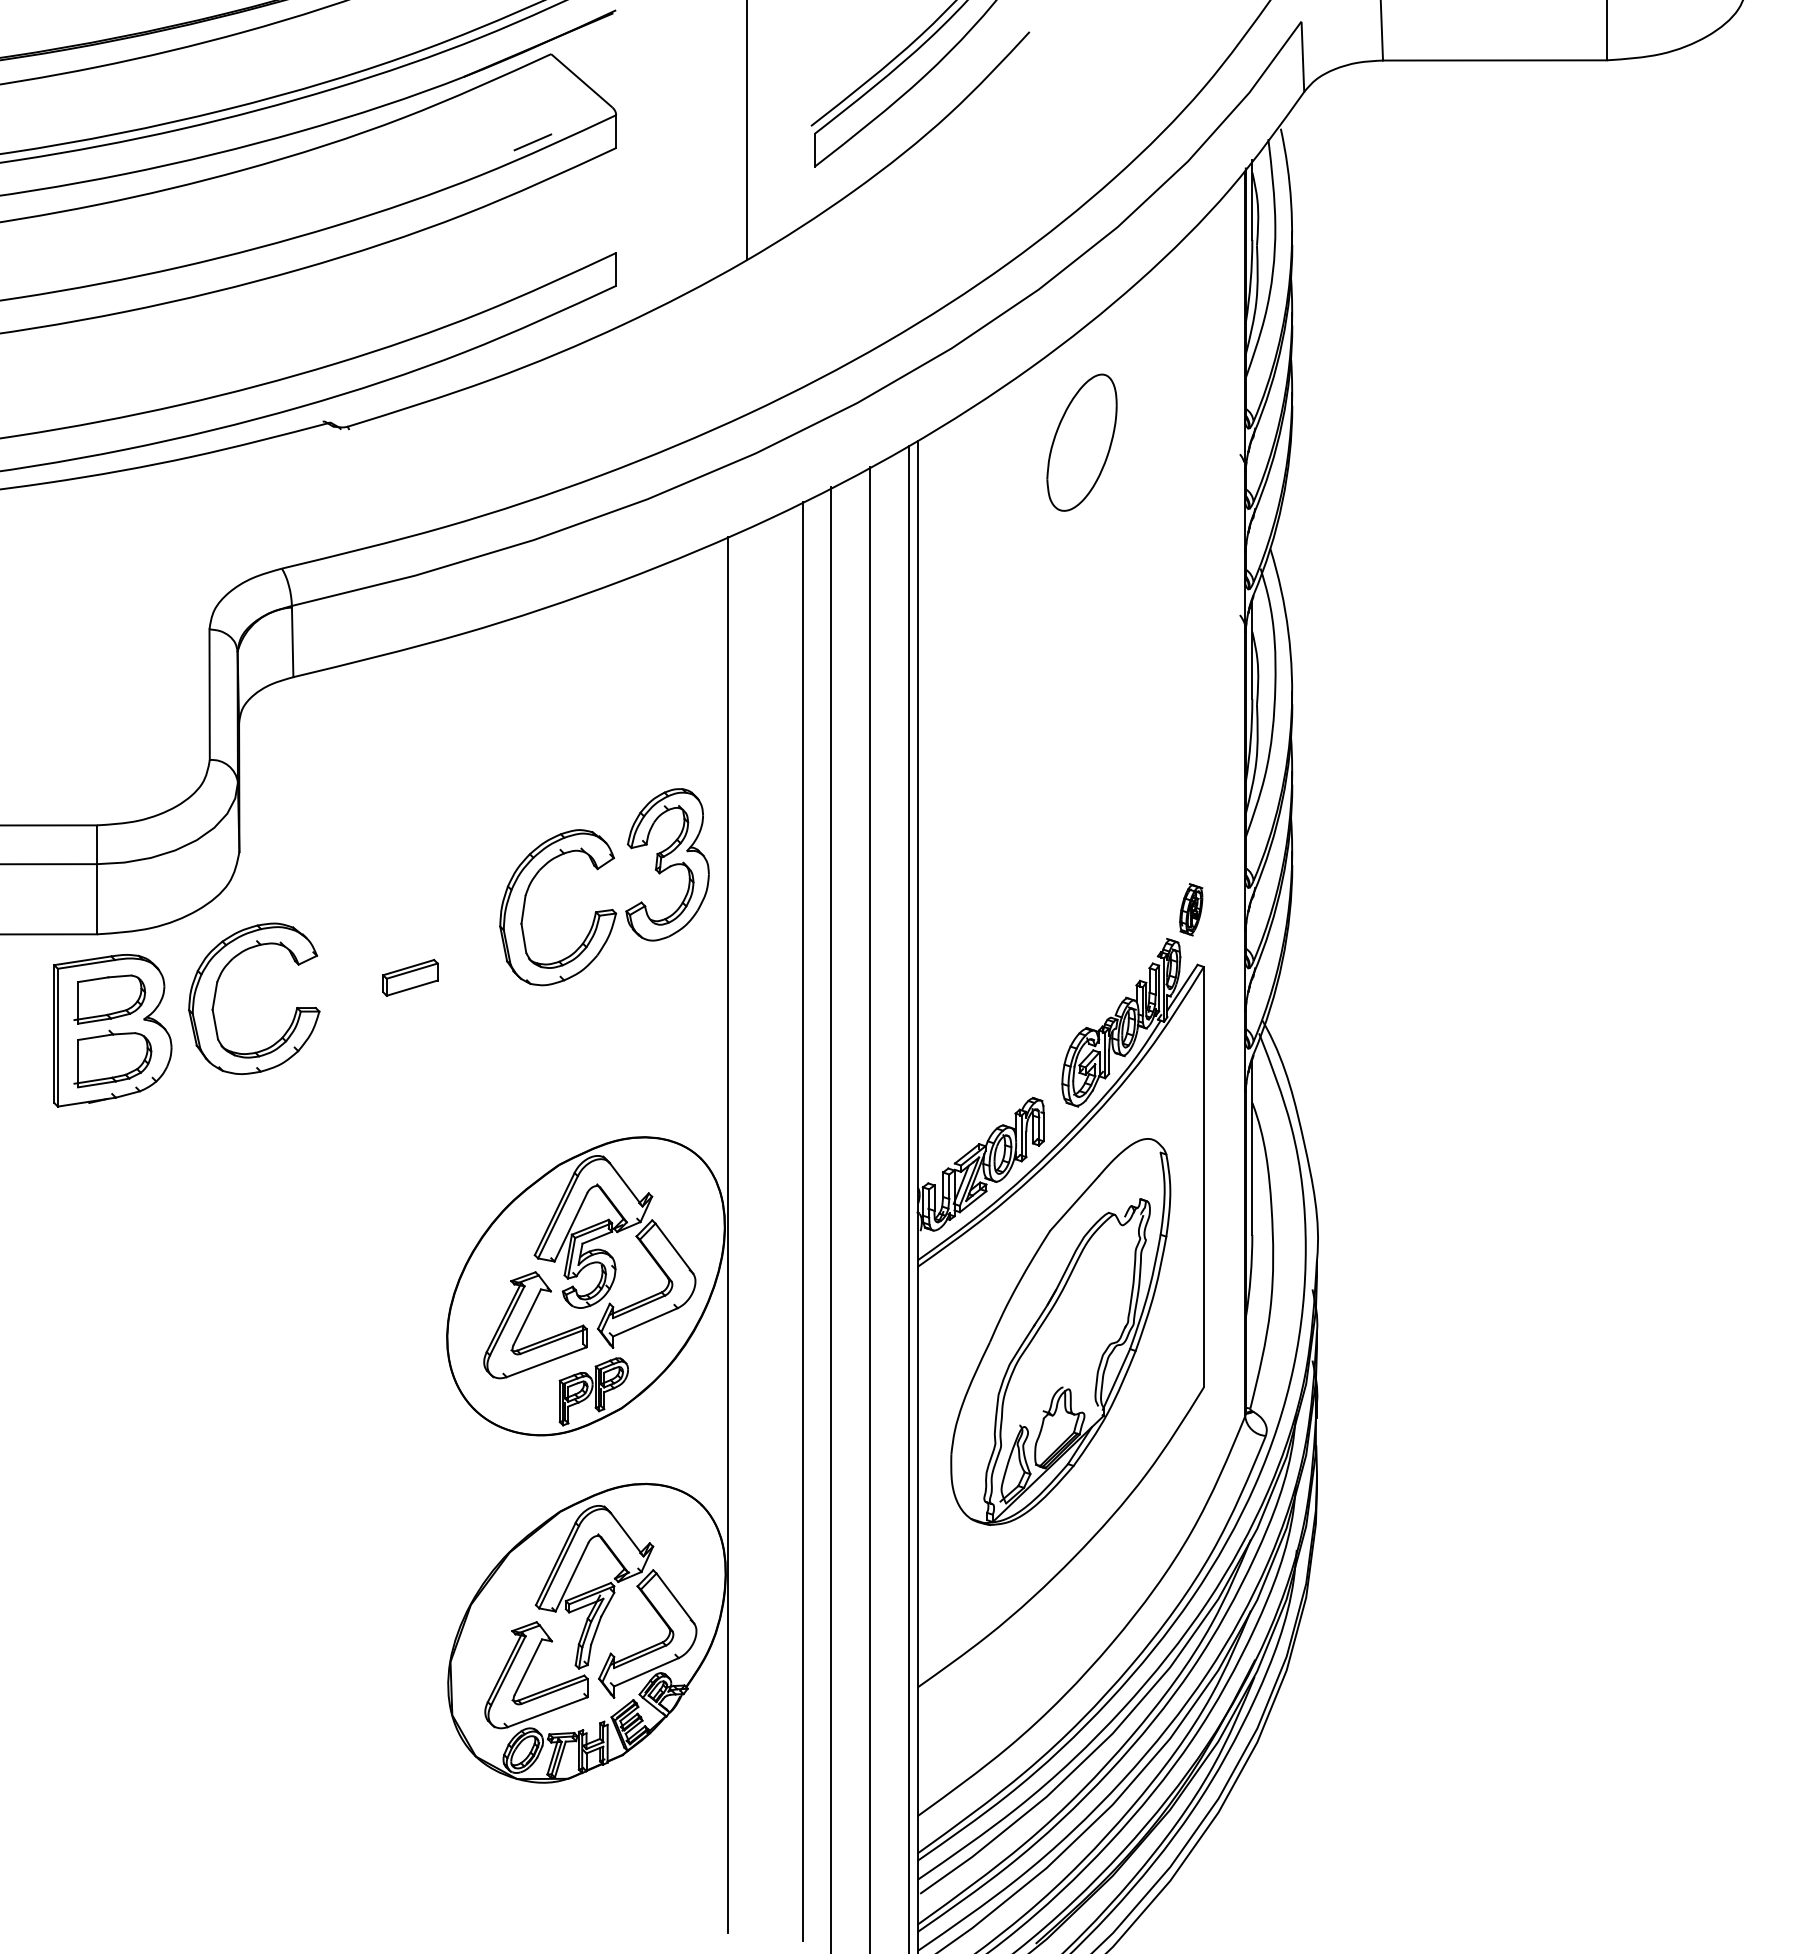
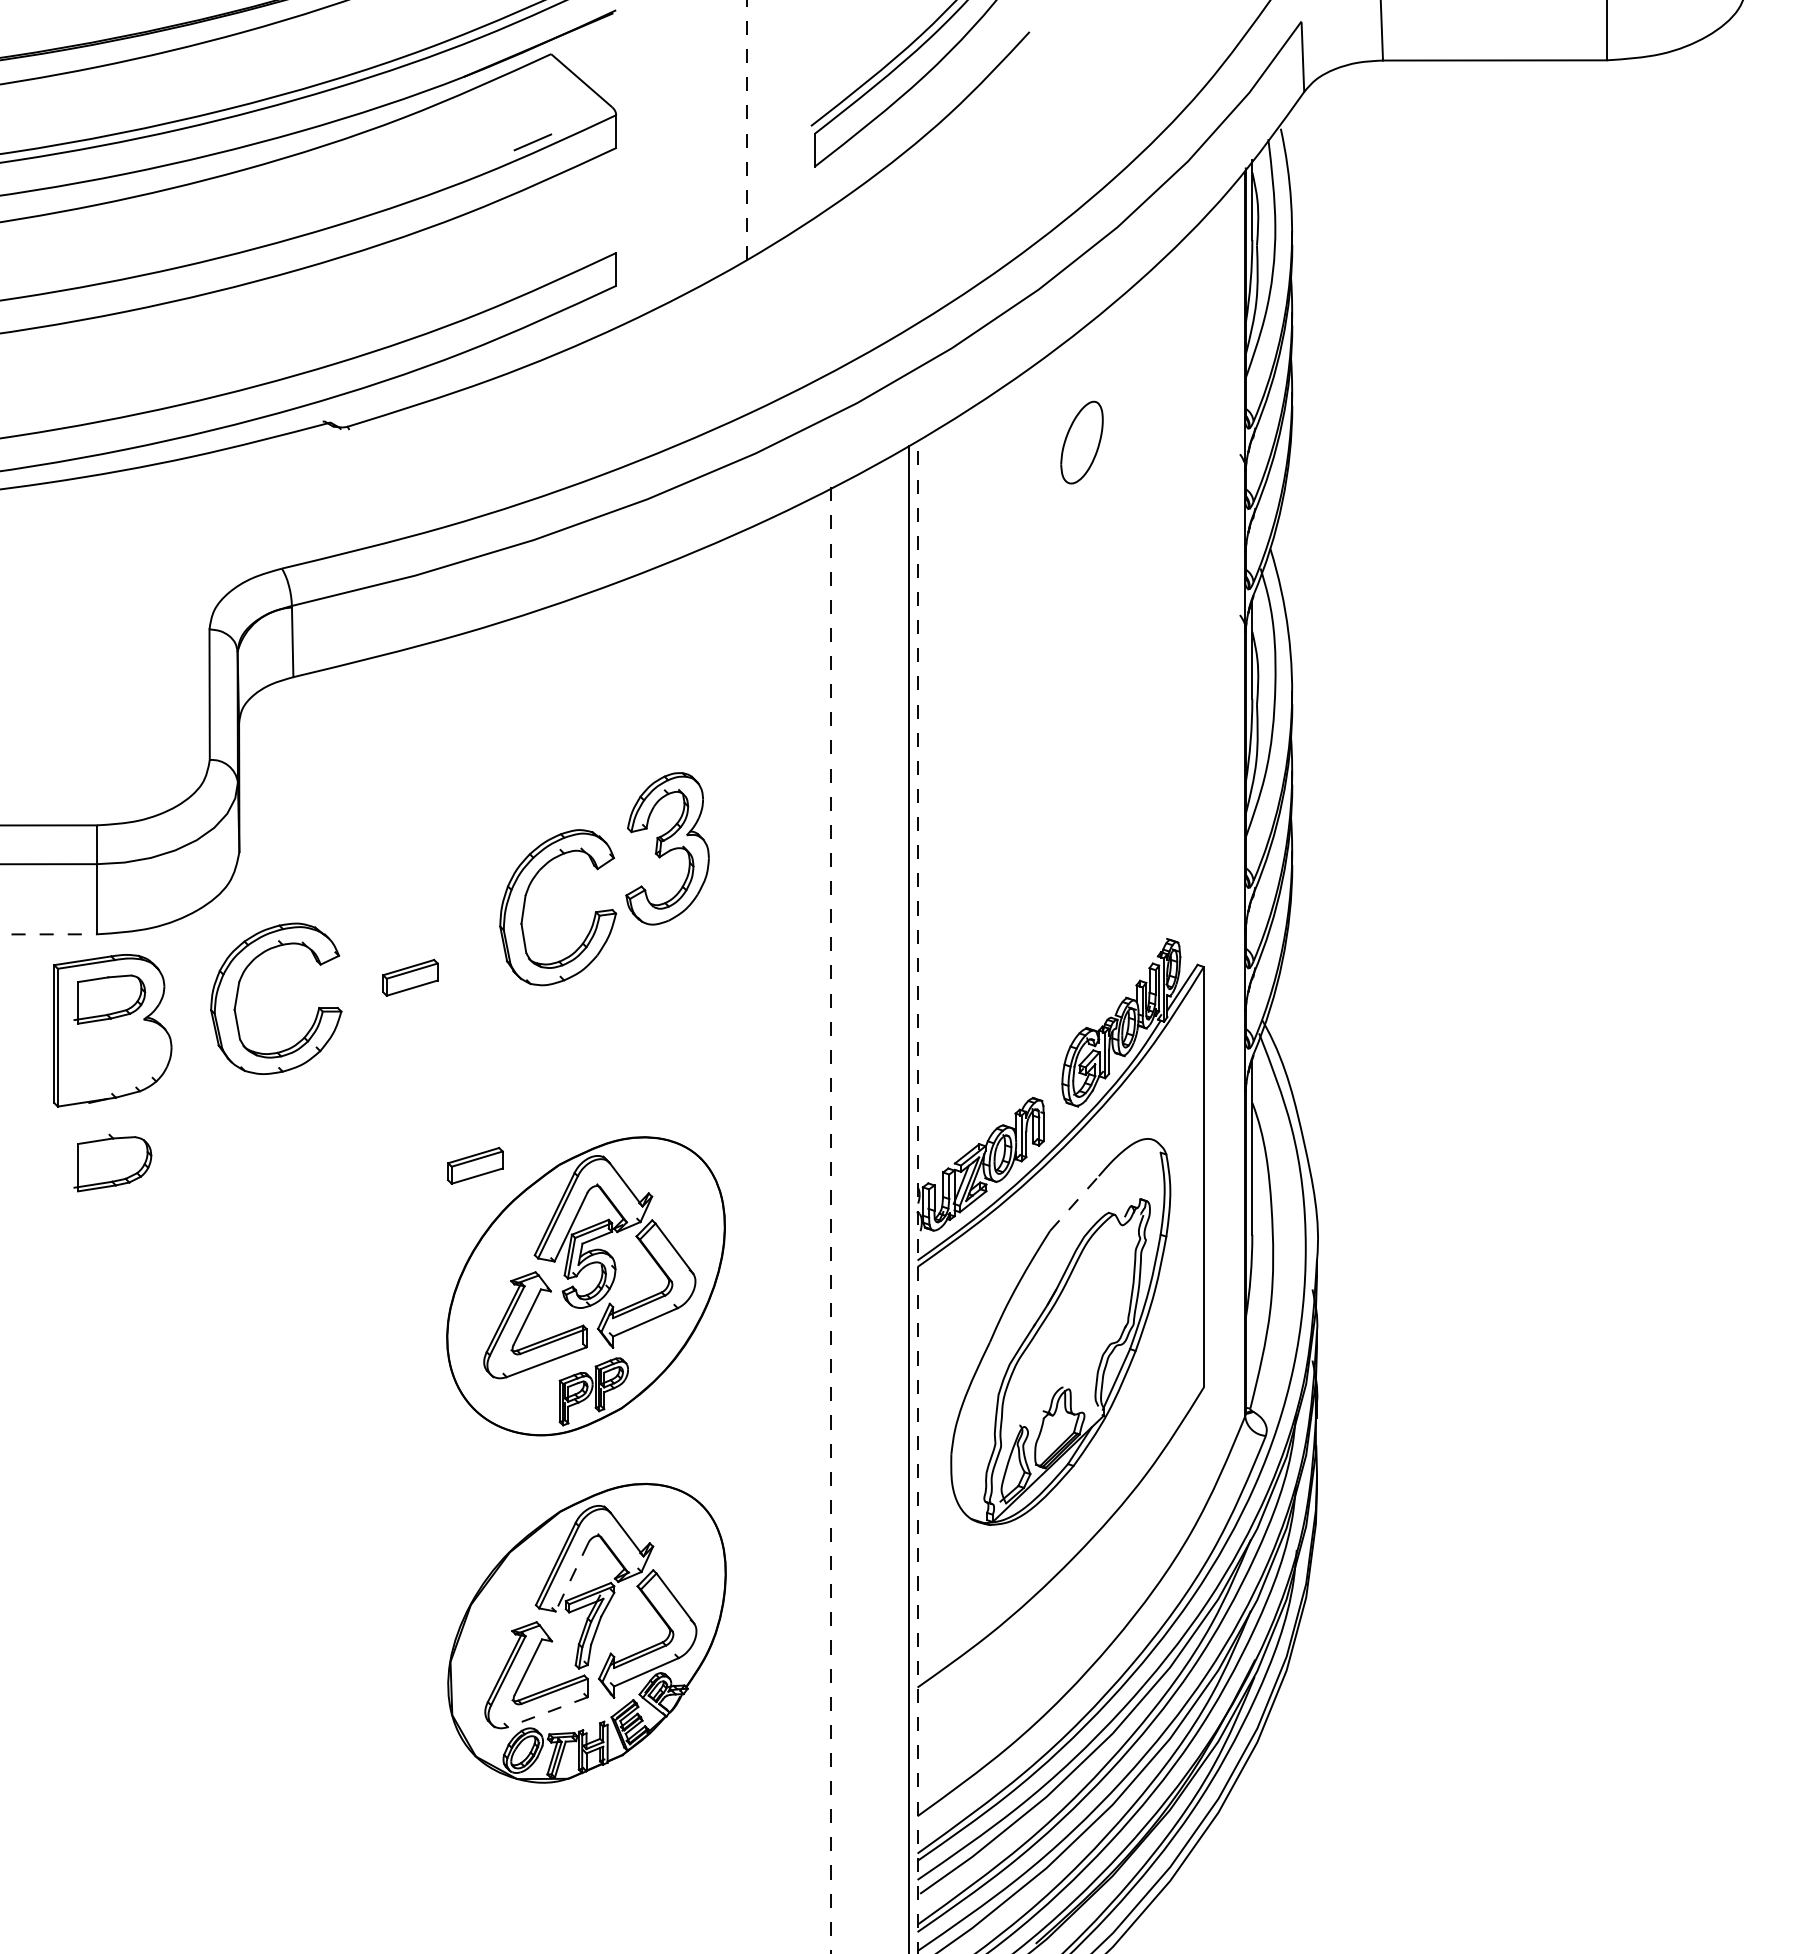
line at (746, 130): solid -> dashed
part at (1081, 442) size: 72x139 px -> 44x85 px
part at (667, 864) position: (667, 864) -> (667, 848)
part at (1191, 909): present -> none
line at (49, 934): solid -> dashed
part at (216, 994) position: (216, 994) -> (238, 994)
part at (112, 1058) position: (112, 1058) -> (112, 1162)
part at (475, 1165): none -> present
line at (917, 1196): solid -> dashed
line at (1074, 1203): solid -> dashed
line at (869, 1208): present -> none
line at (830, 1220): solid -> dashed
line at (802, 1221): present -> none
line at (727, 1234): present -> none
line at (572, 1577): solid -> dashed
line at (547, 1712): solid -> dashed
